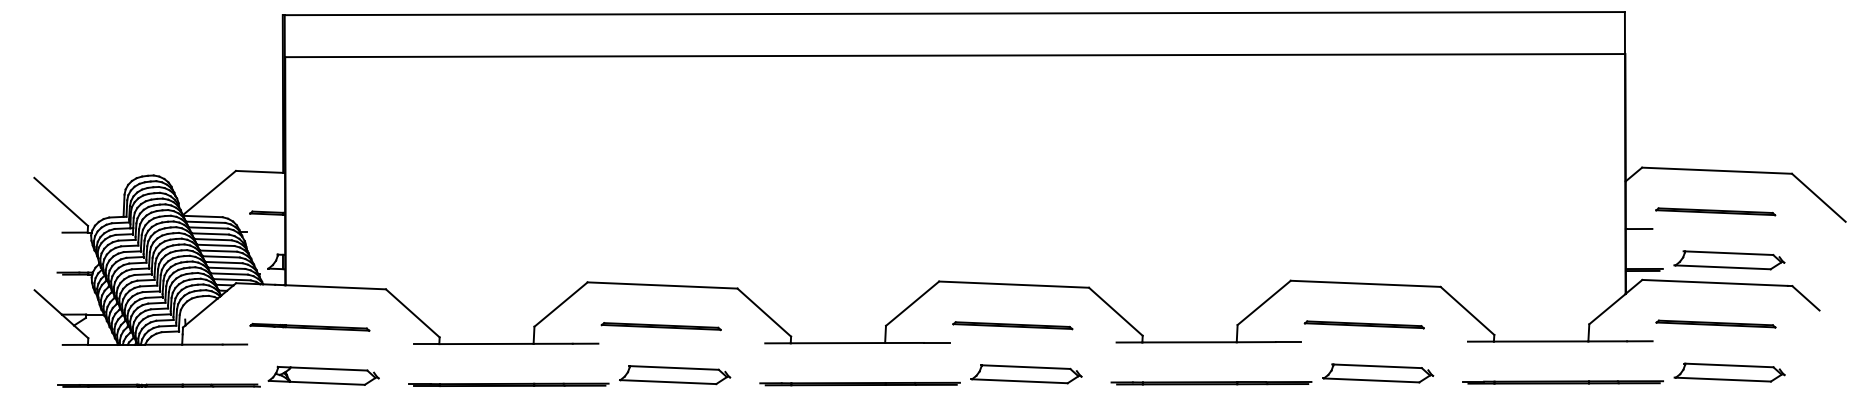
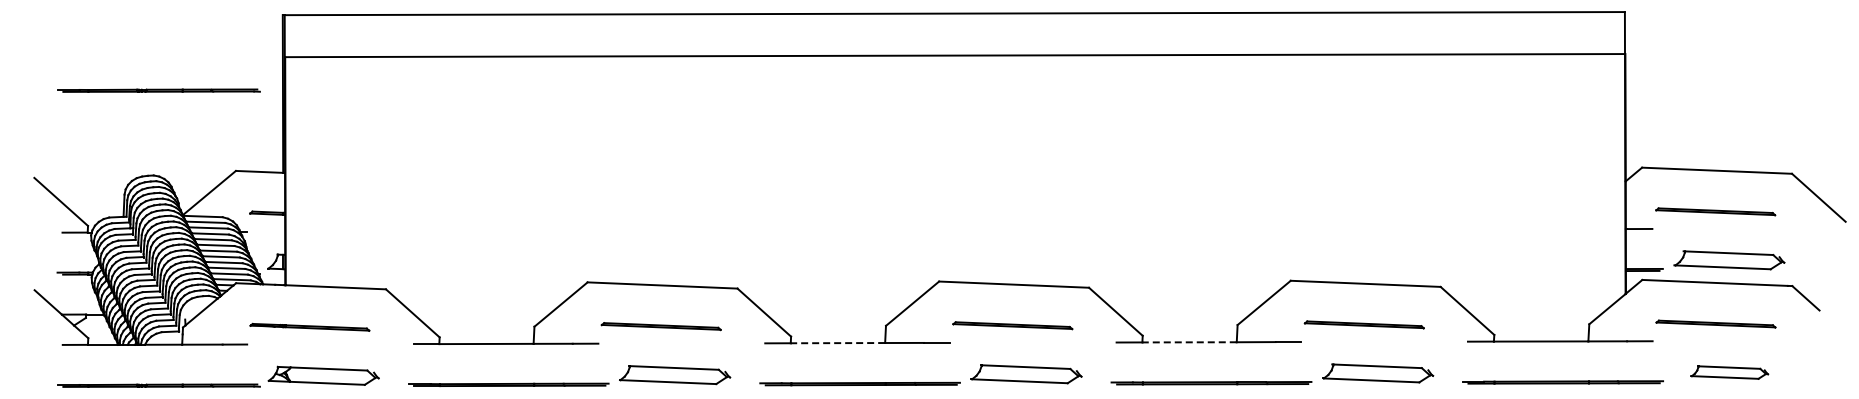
line at (158, 90): none -> present
line at (1189, 342): solid -> dashed
line at (837, 343): solid -> dashed
part at (1729, 372) size: 113x21 px -> 80x15 px
